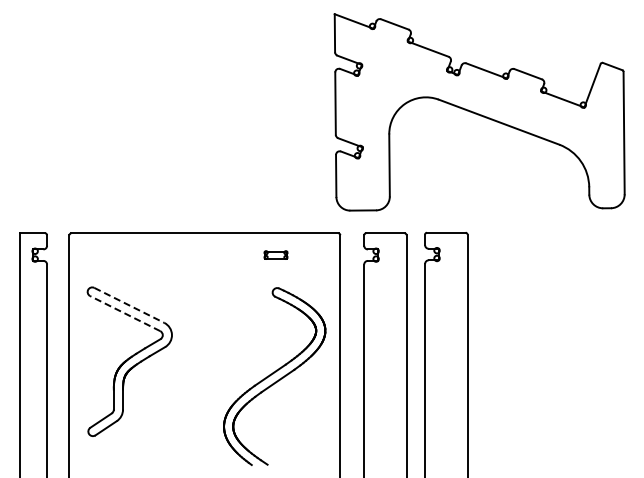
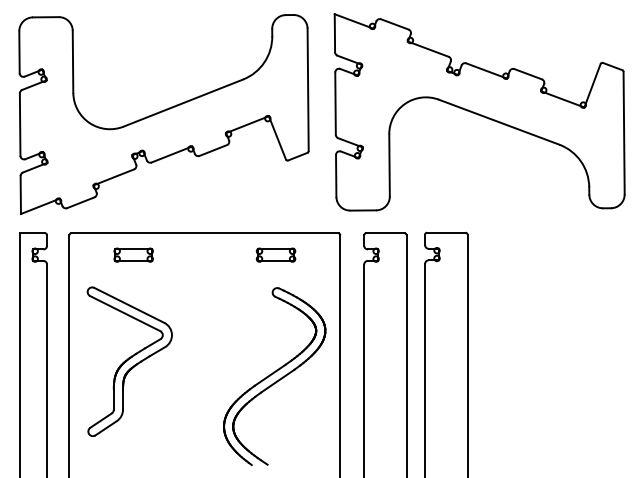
part at (163, 114): none -> present
part at (133, 254): none -> present
part at (275, 254) size: 26x10 px -> 42x16 px
line at (129, 305): dashed -> solid
line at (124, 313): dashed -> solid
